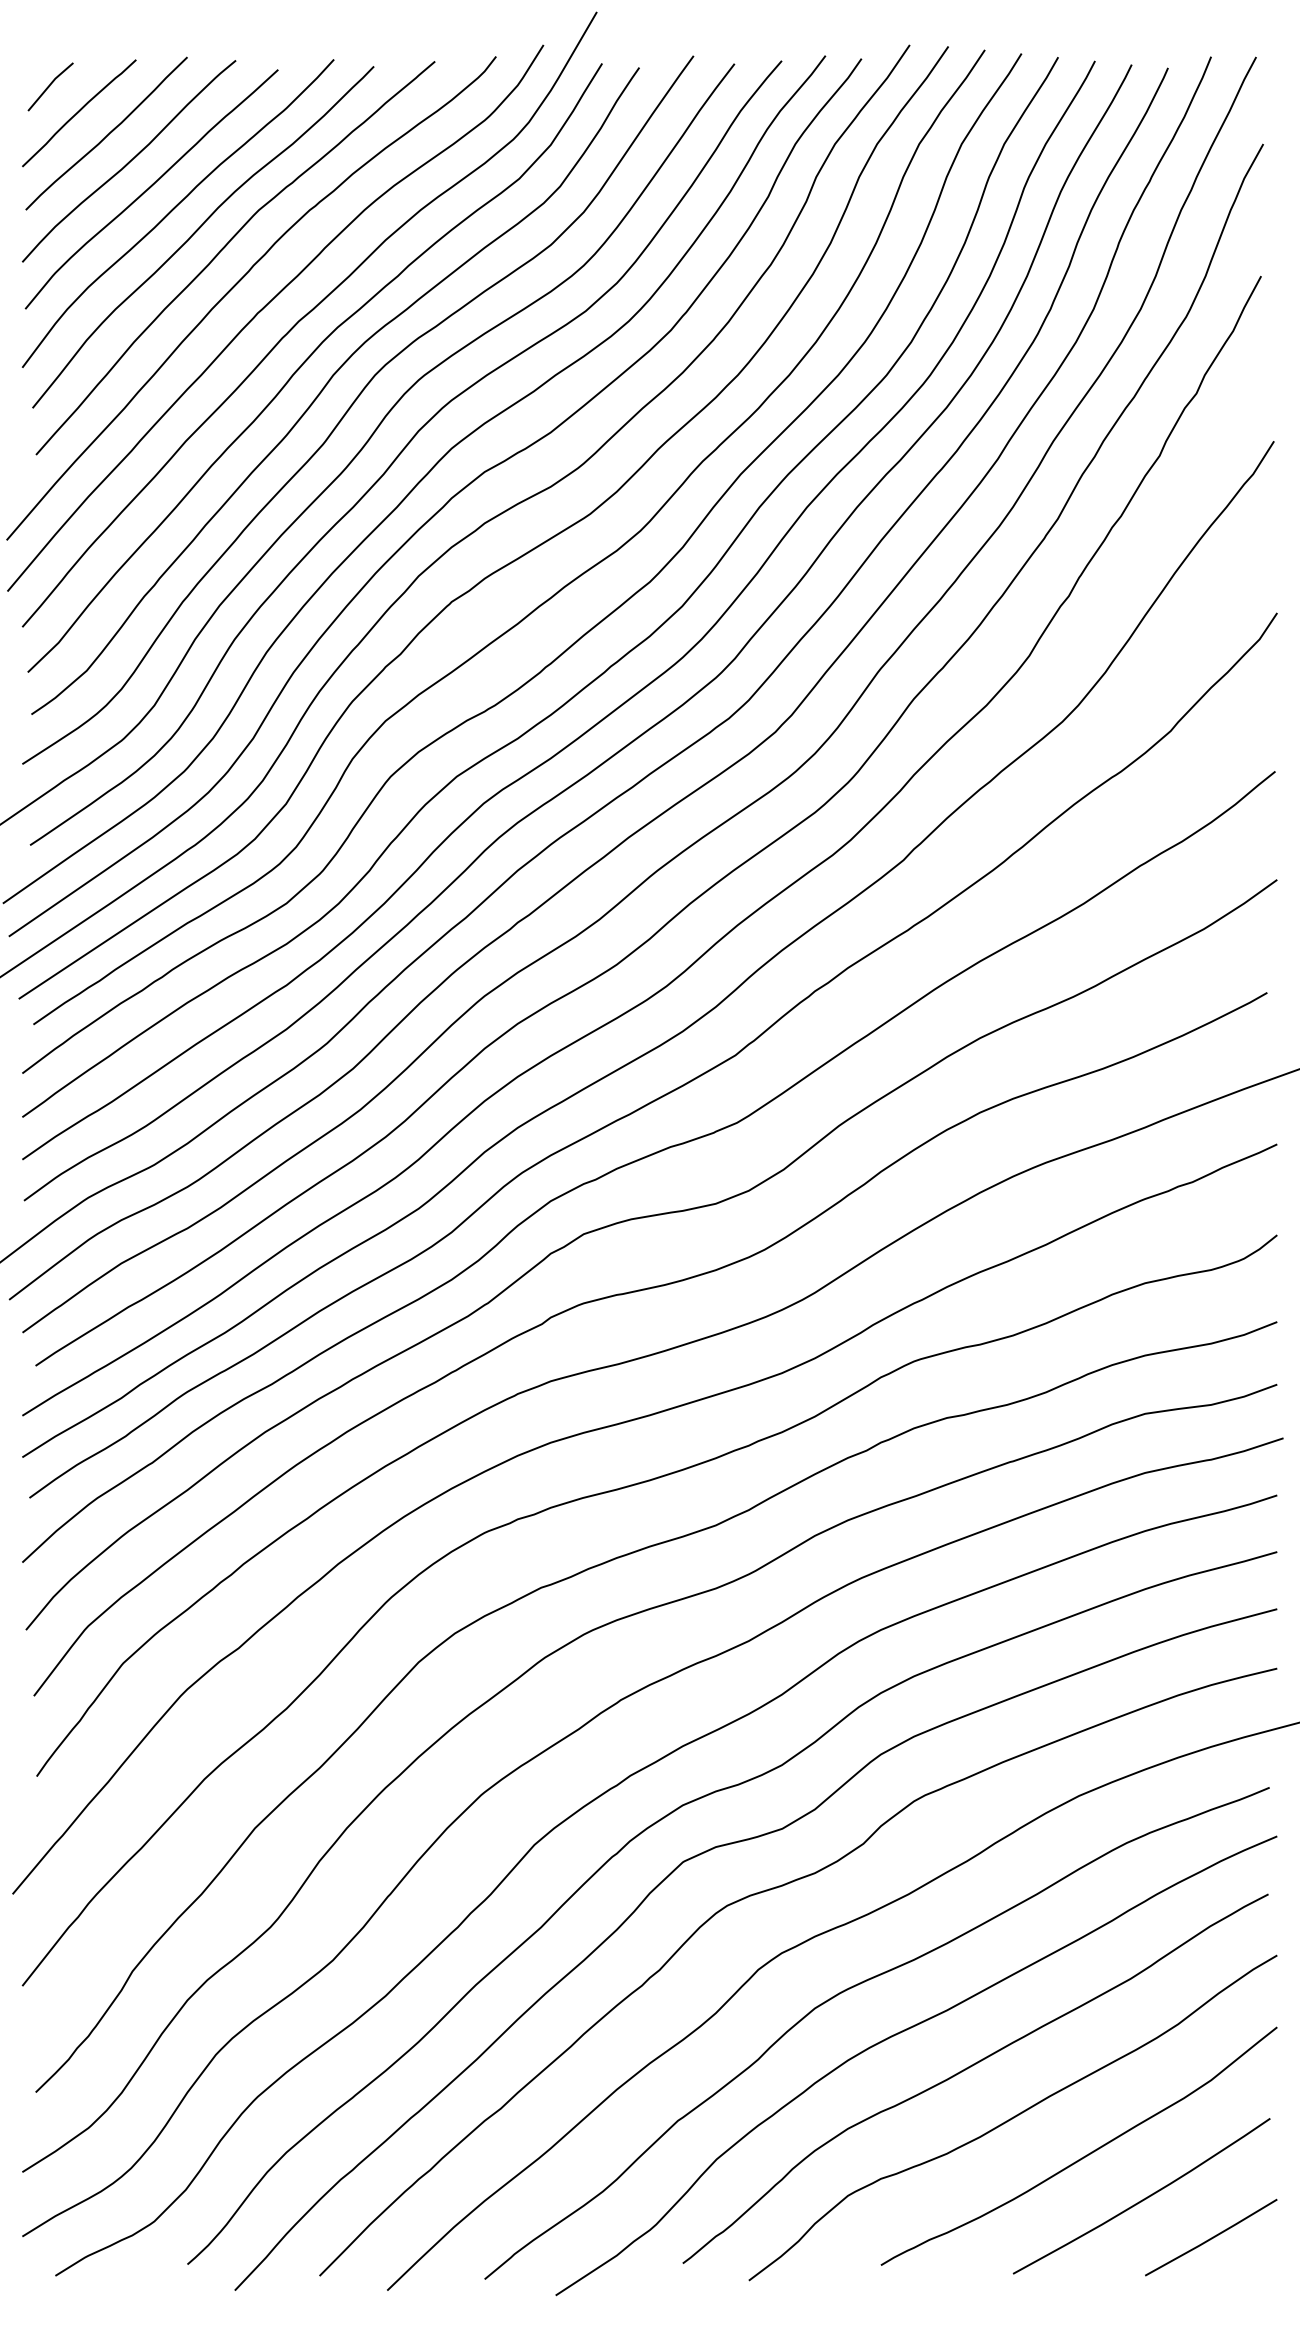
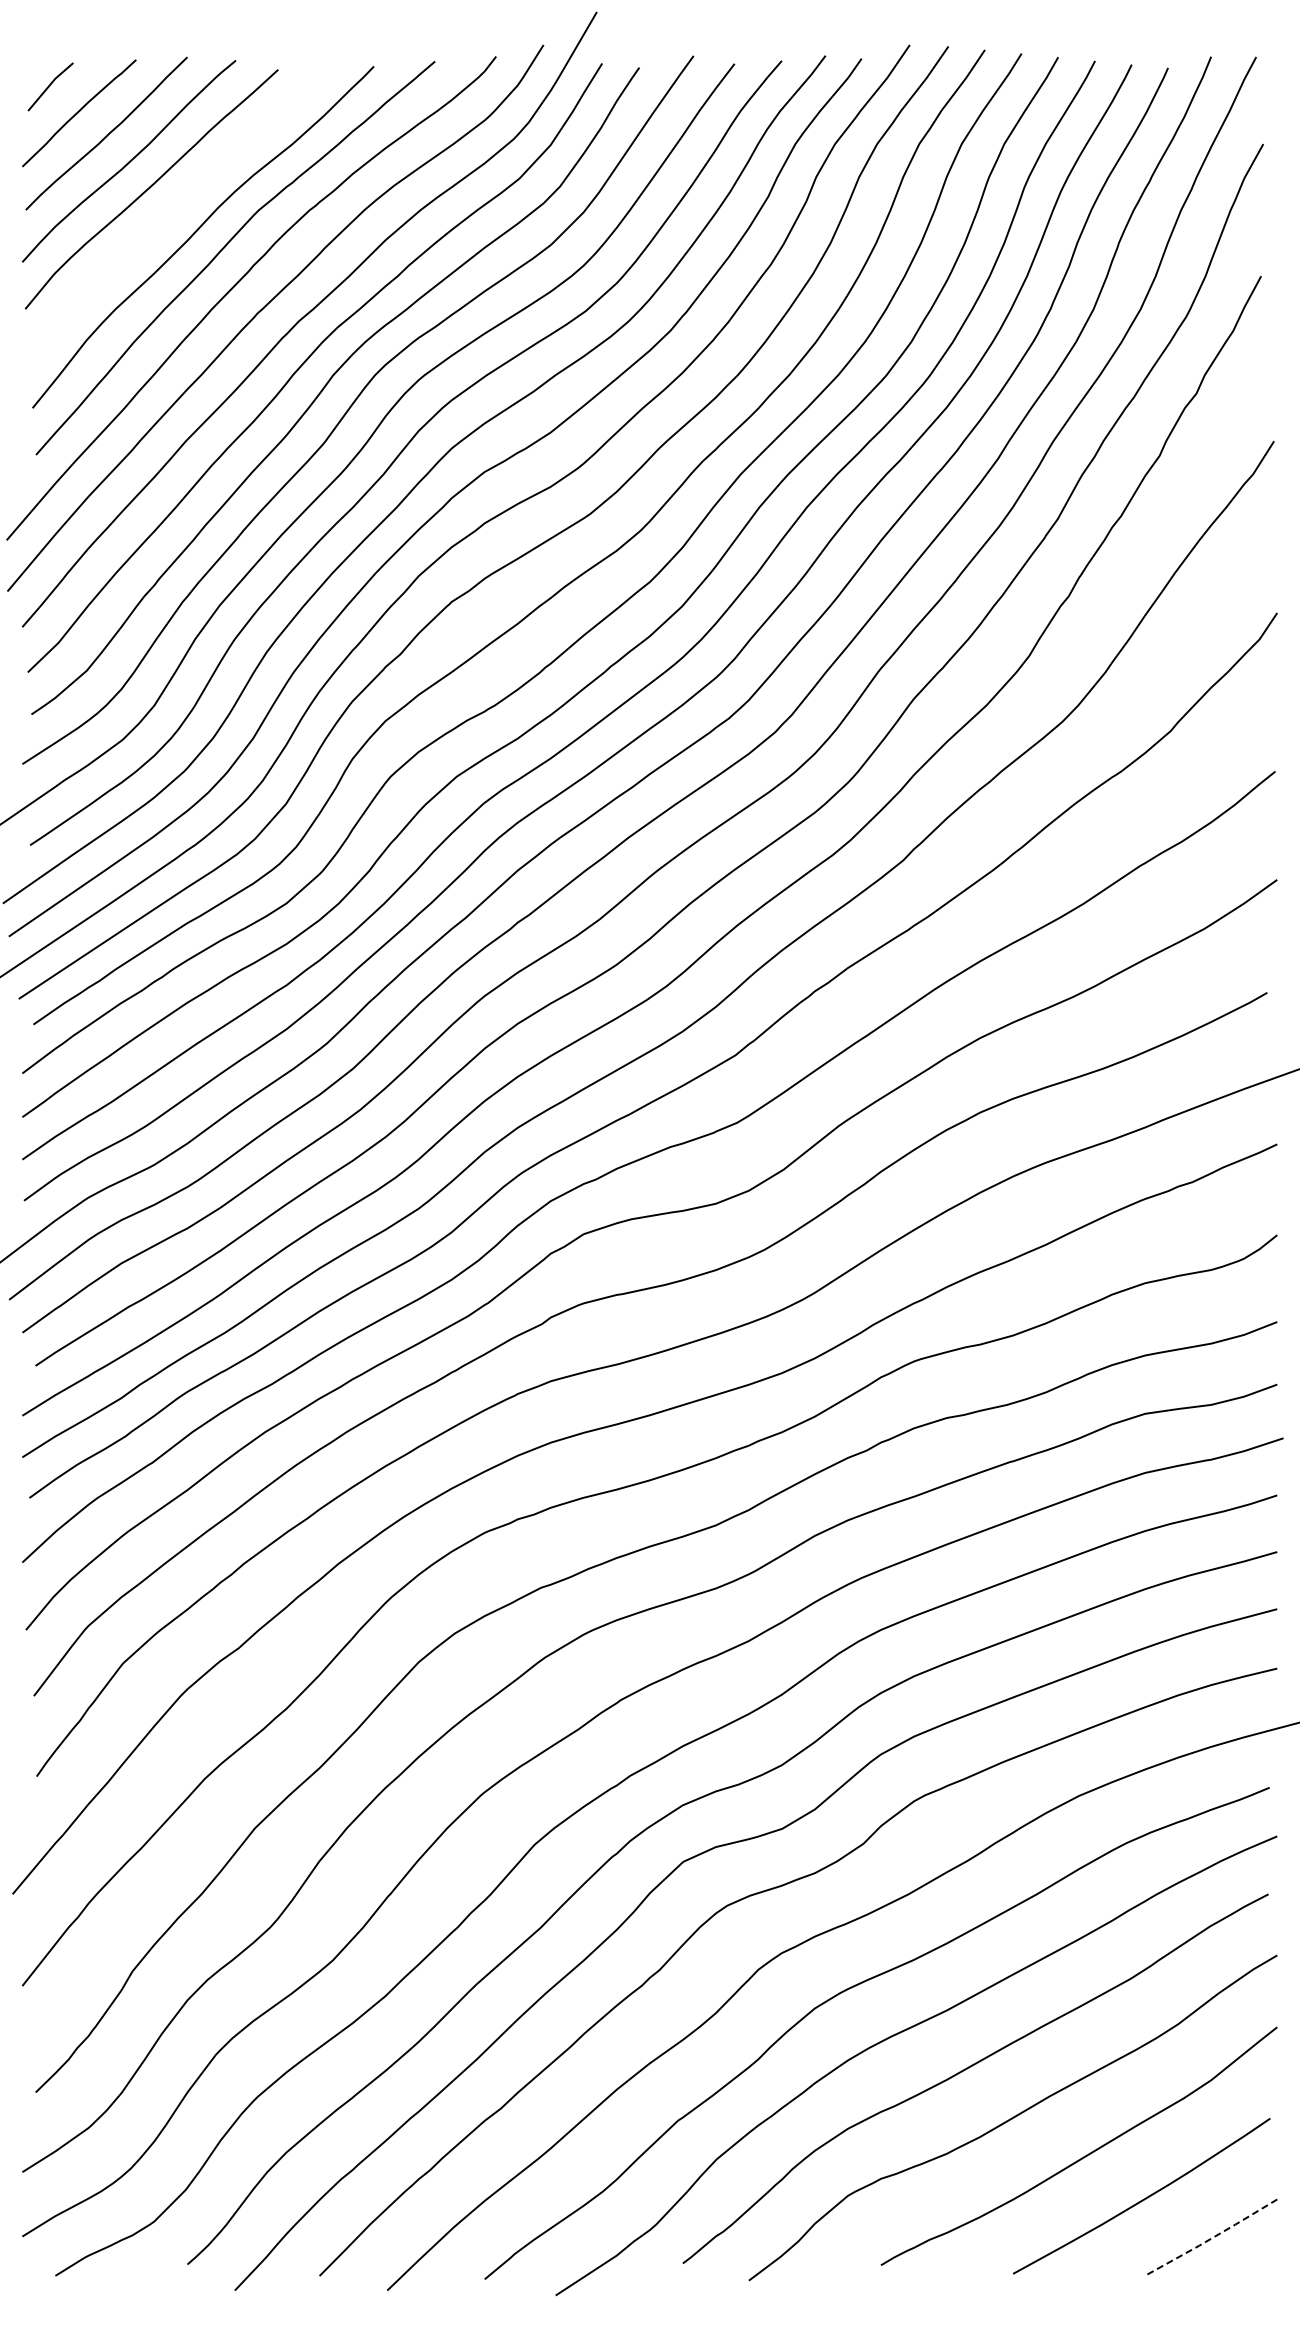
curve at (174, 209): present -> none
line at (1211, 2238): solid -> dashed
